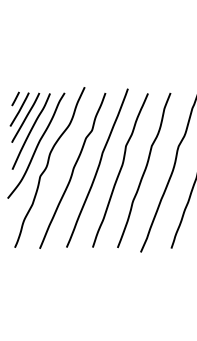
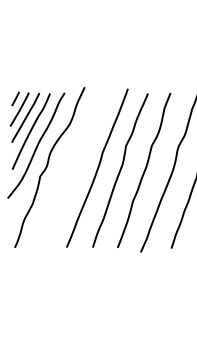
curve at (72, 170): present -> none
